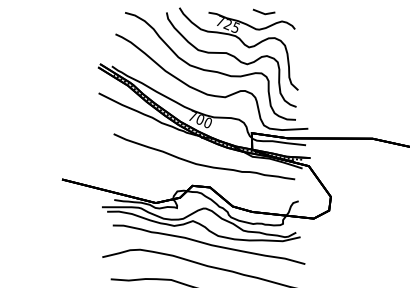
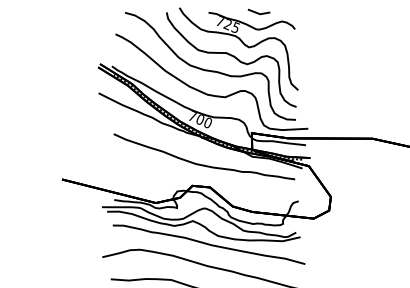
line at (263, 12) position: (263, 12) -> (258, 12)
